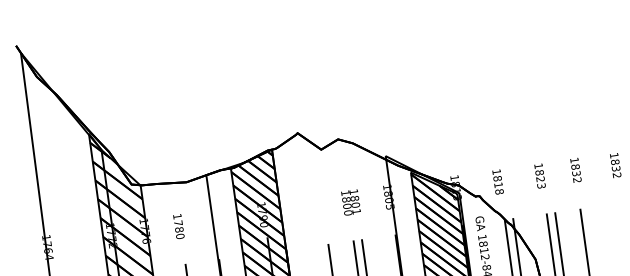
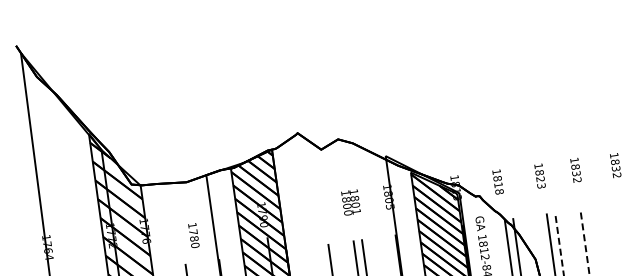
text at (178, 226) position: (178, 226) -> (193, 235)
line at (584, 241): solid -> dashed
line at (559, 243): solid -> dashed
